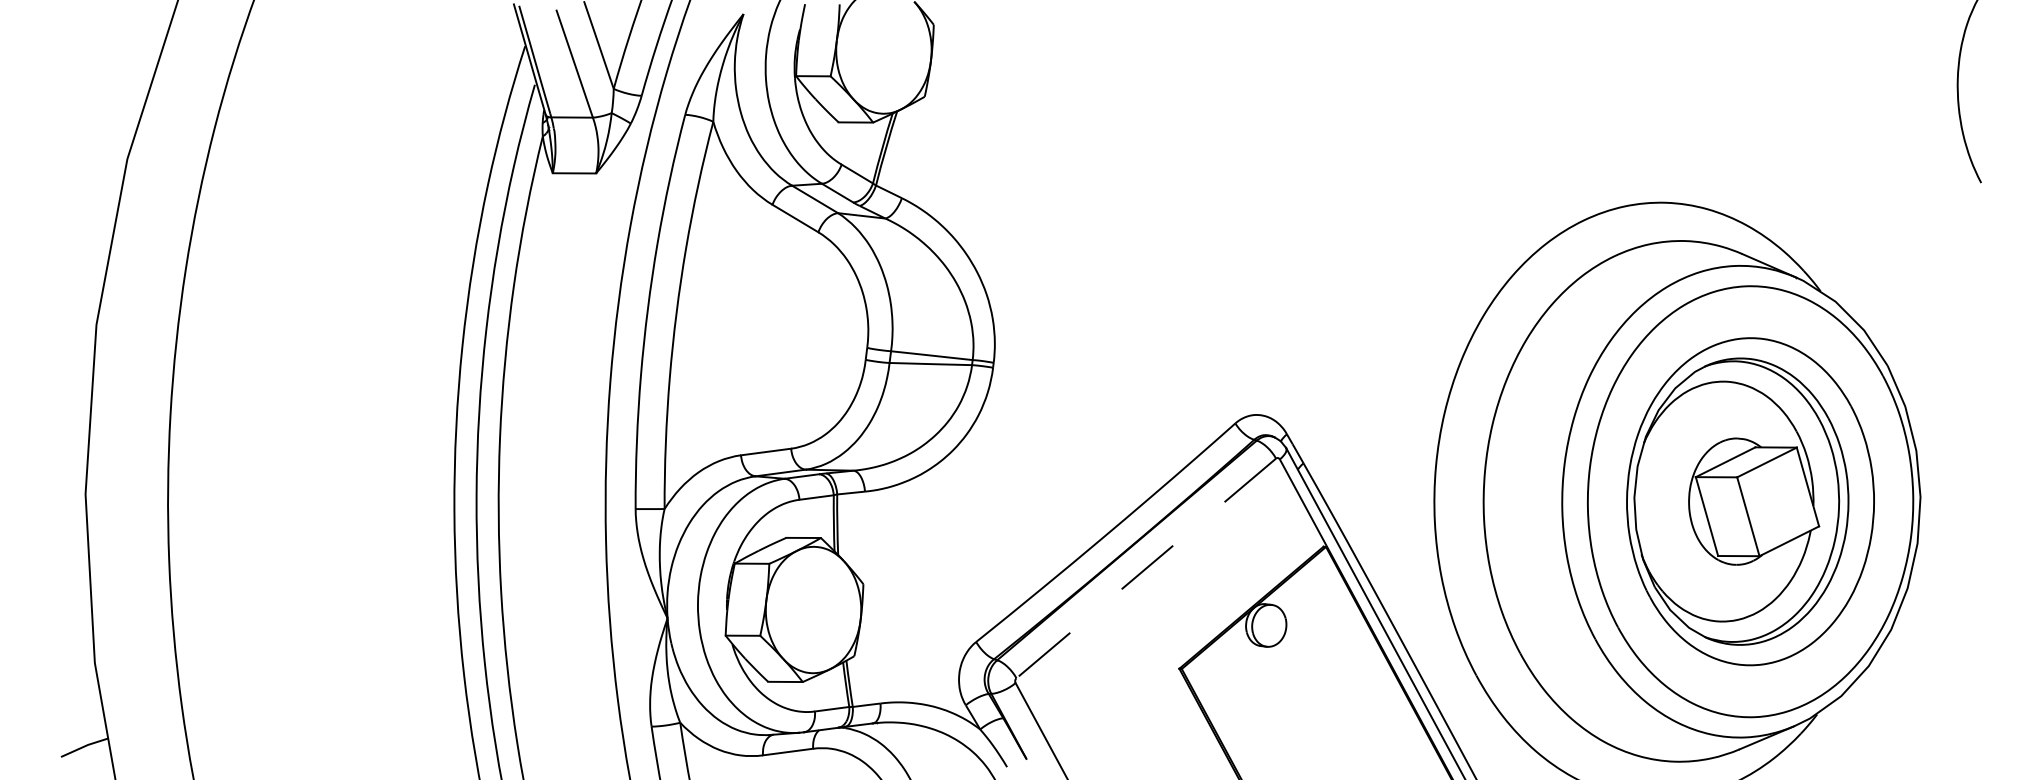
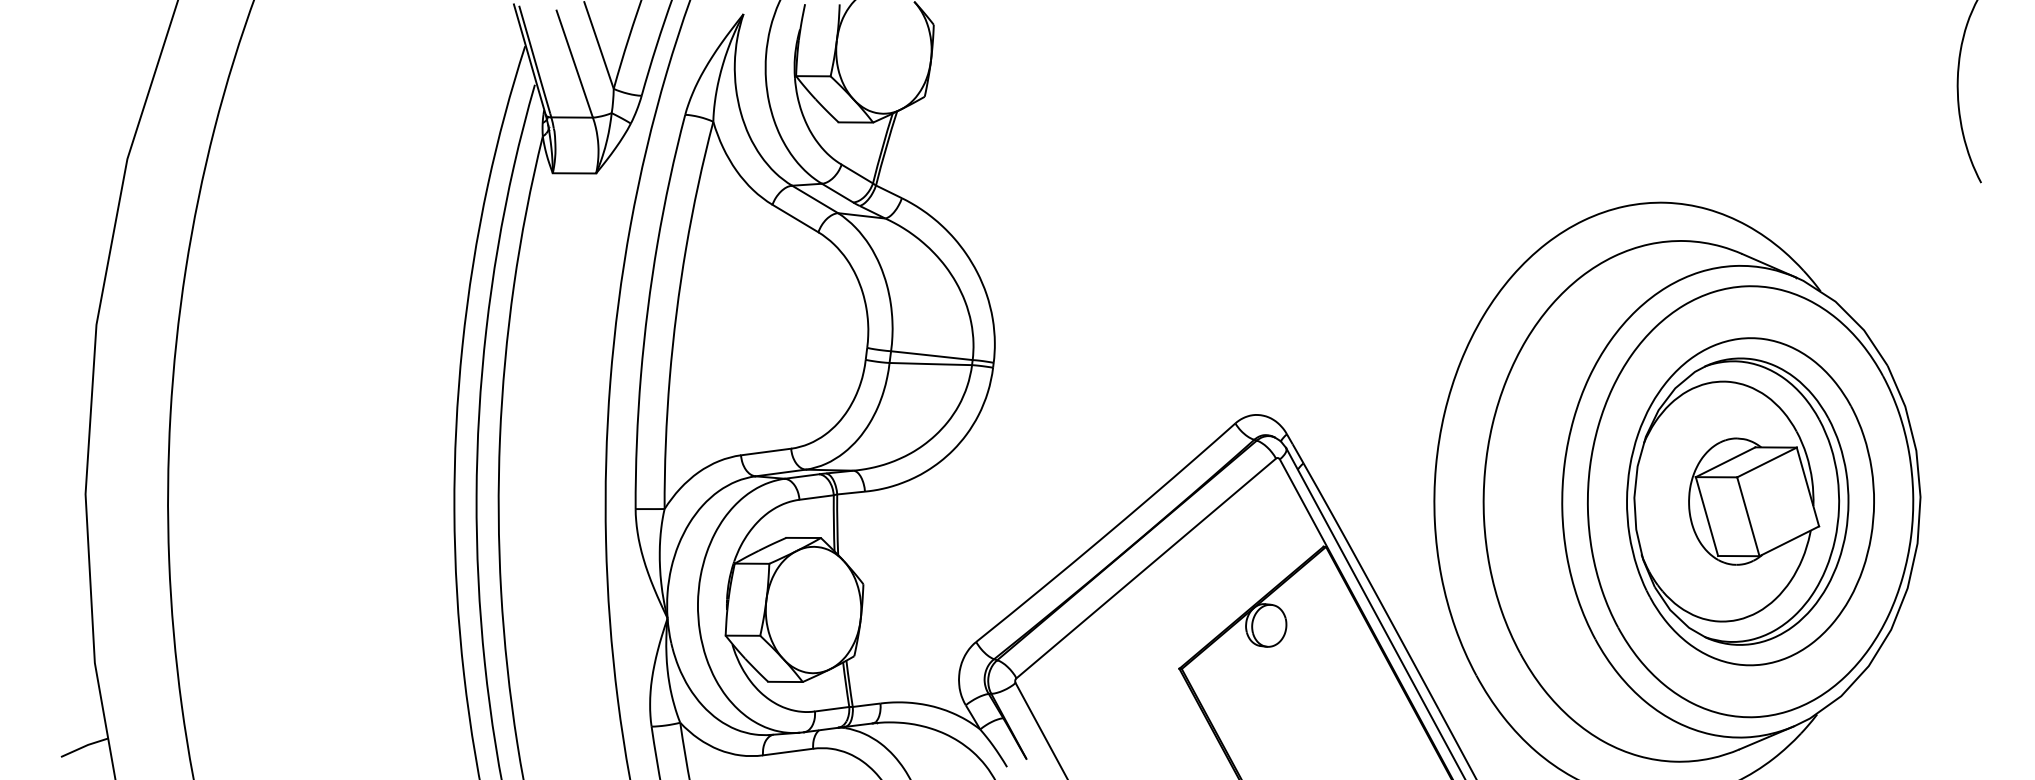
line at (1145, 568): dashed -> solid
